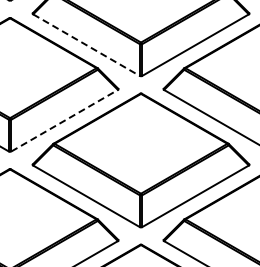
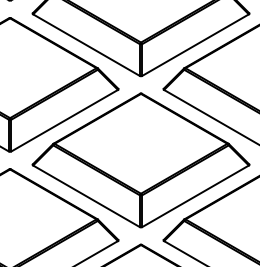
line at (86, 45): dashed -> solid
line at (64, 120): dashed -> solid
